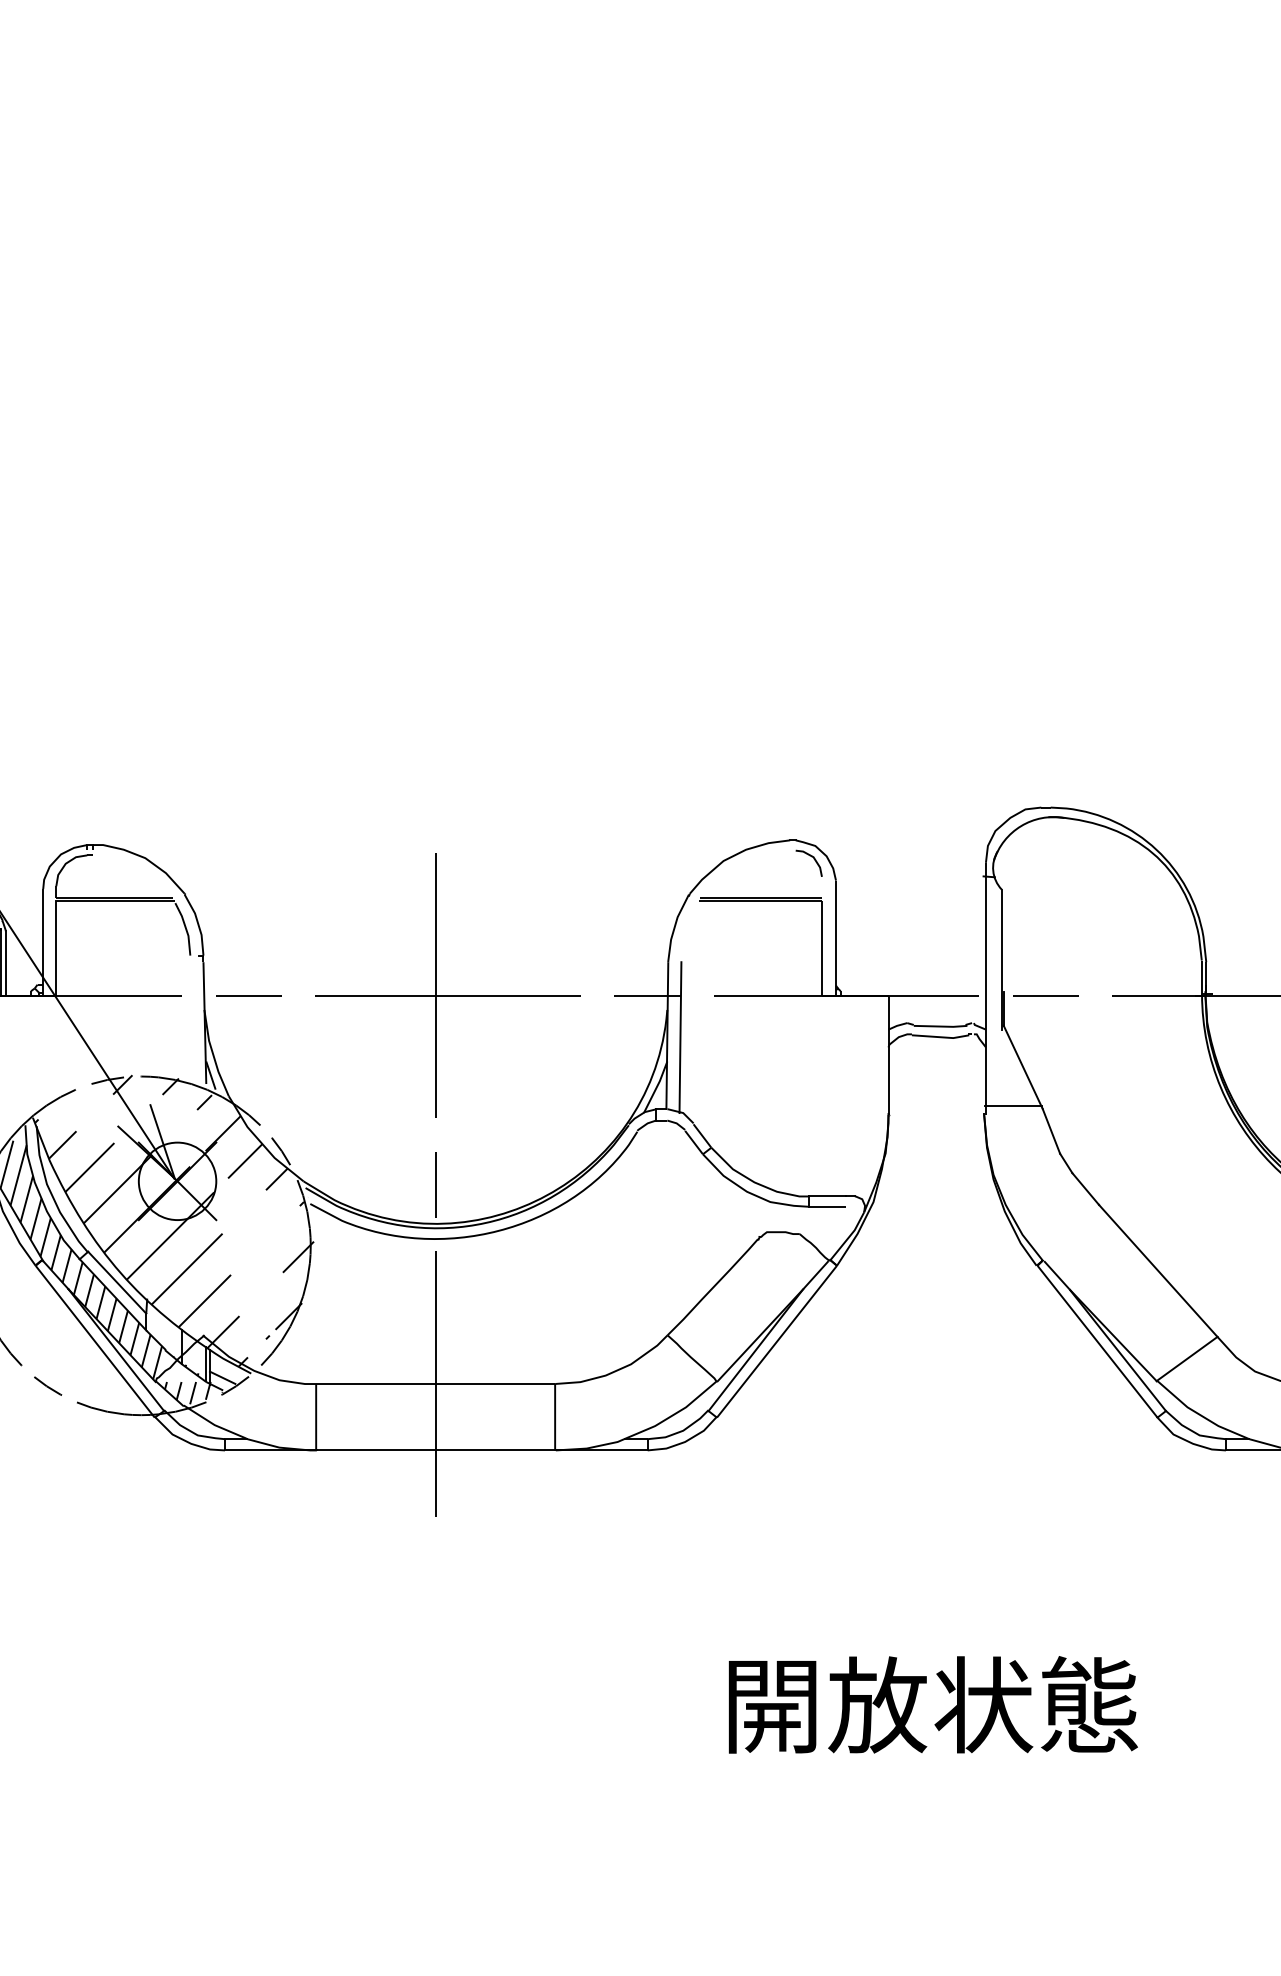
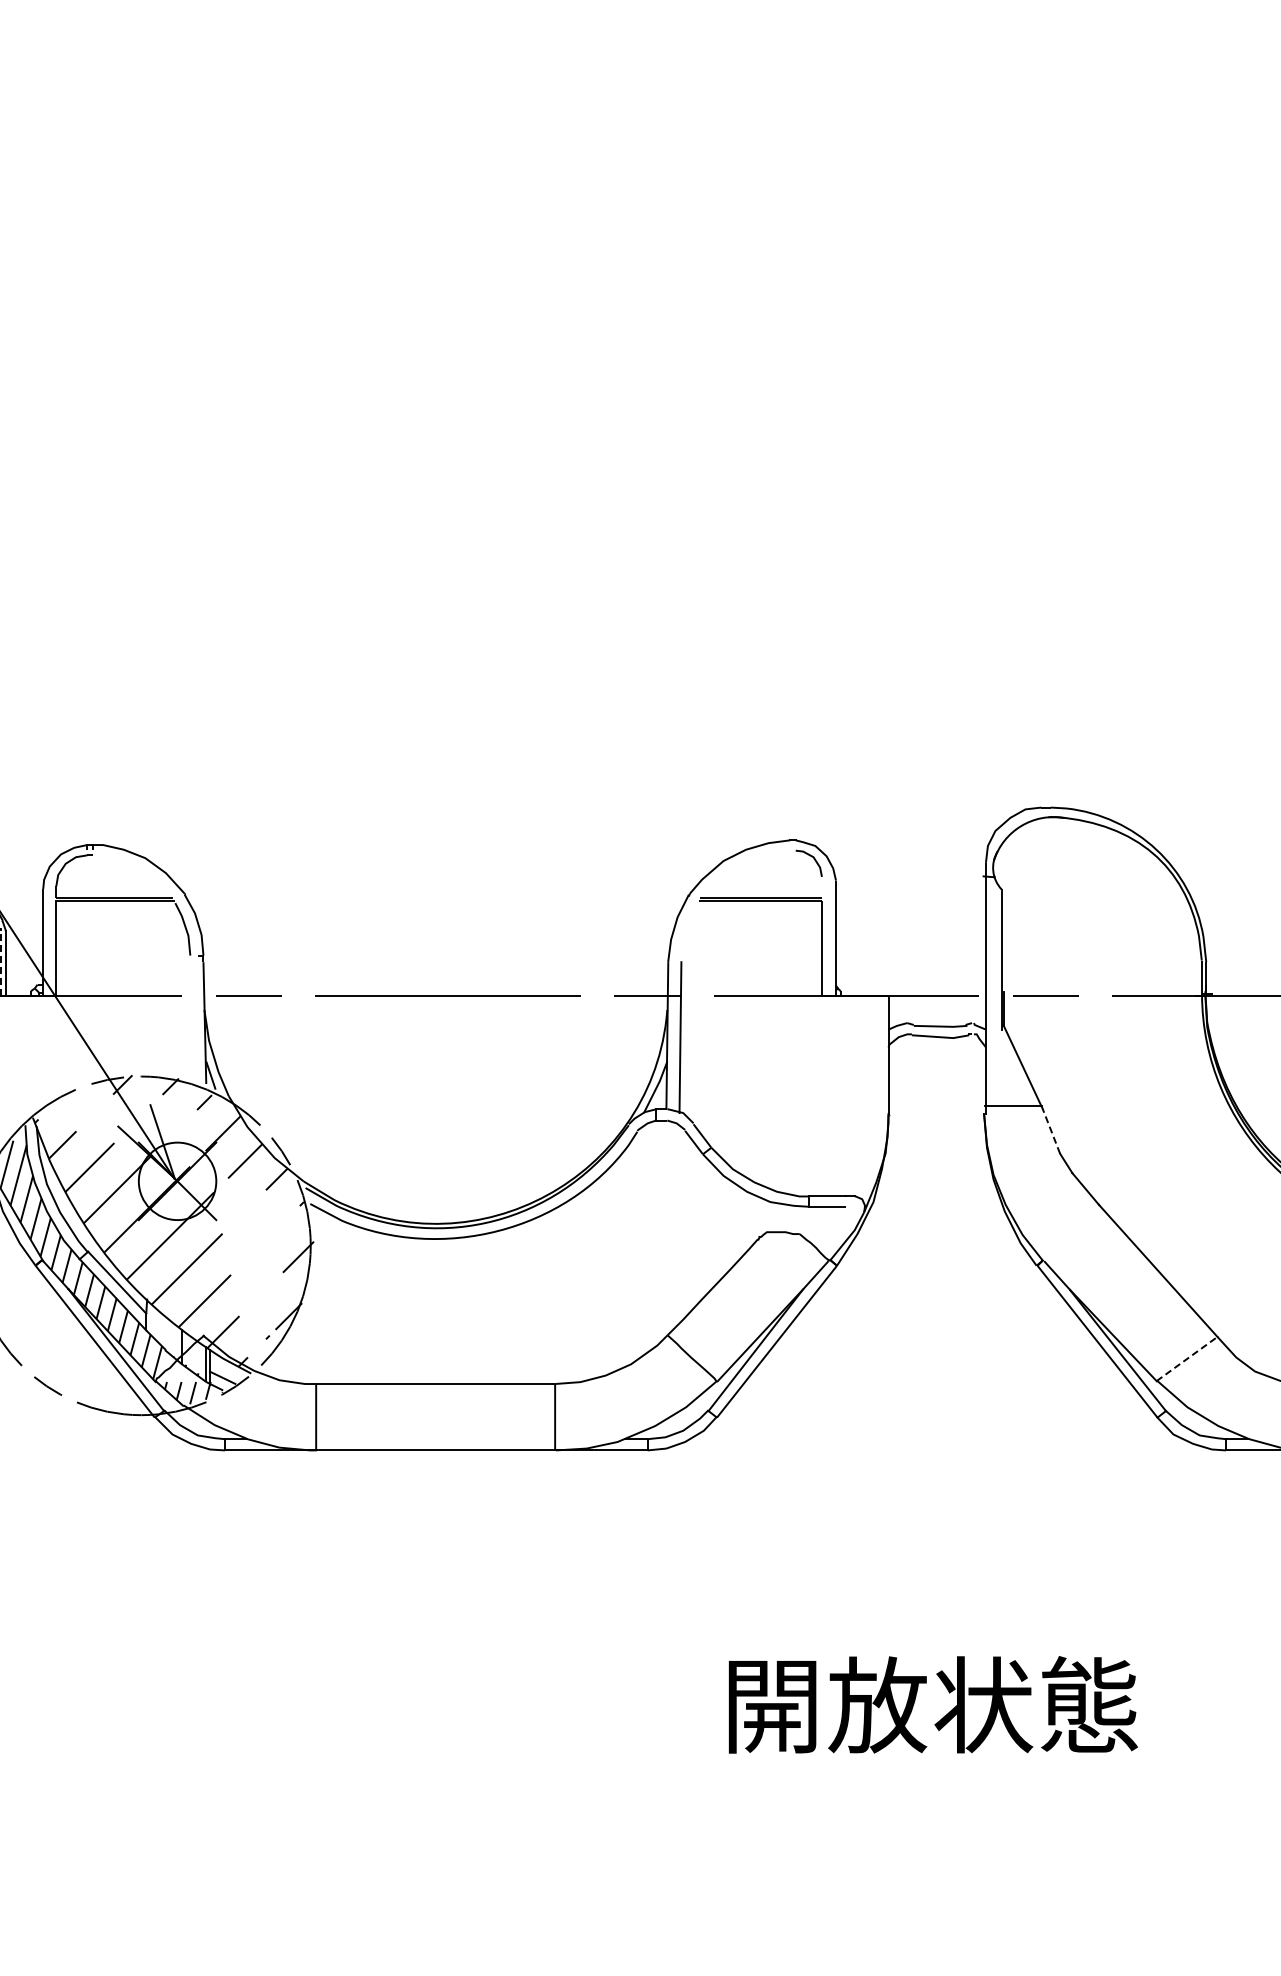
line at (1, 963): solid -> dashed
line at (1051, 1130): solid -> dashed
line at (436, 1175): present -> none
line at (1187, 1359): solid -> dashed
